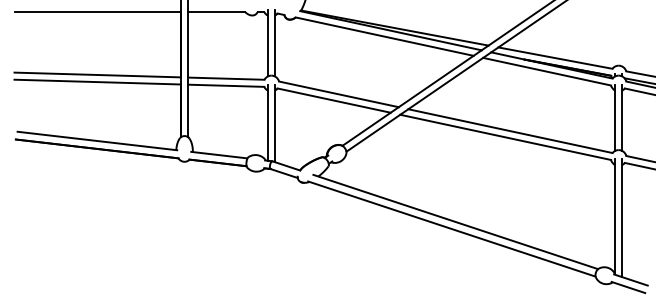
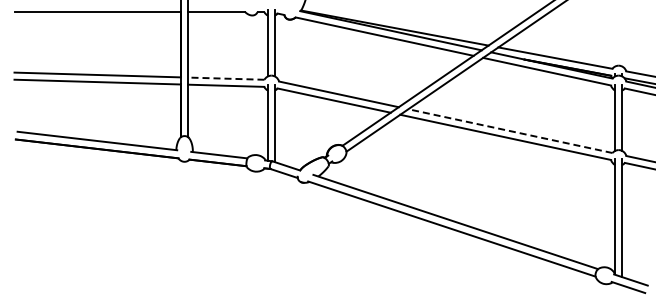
line at (225, 78): solid -> dashed
line at (509, 131): solid -> dashed
